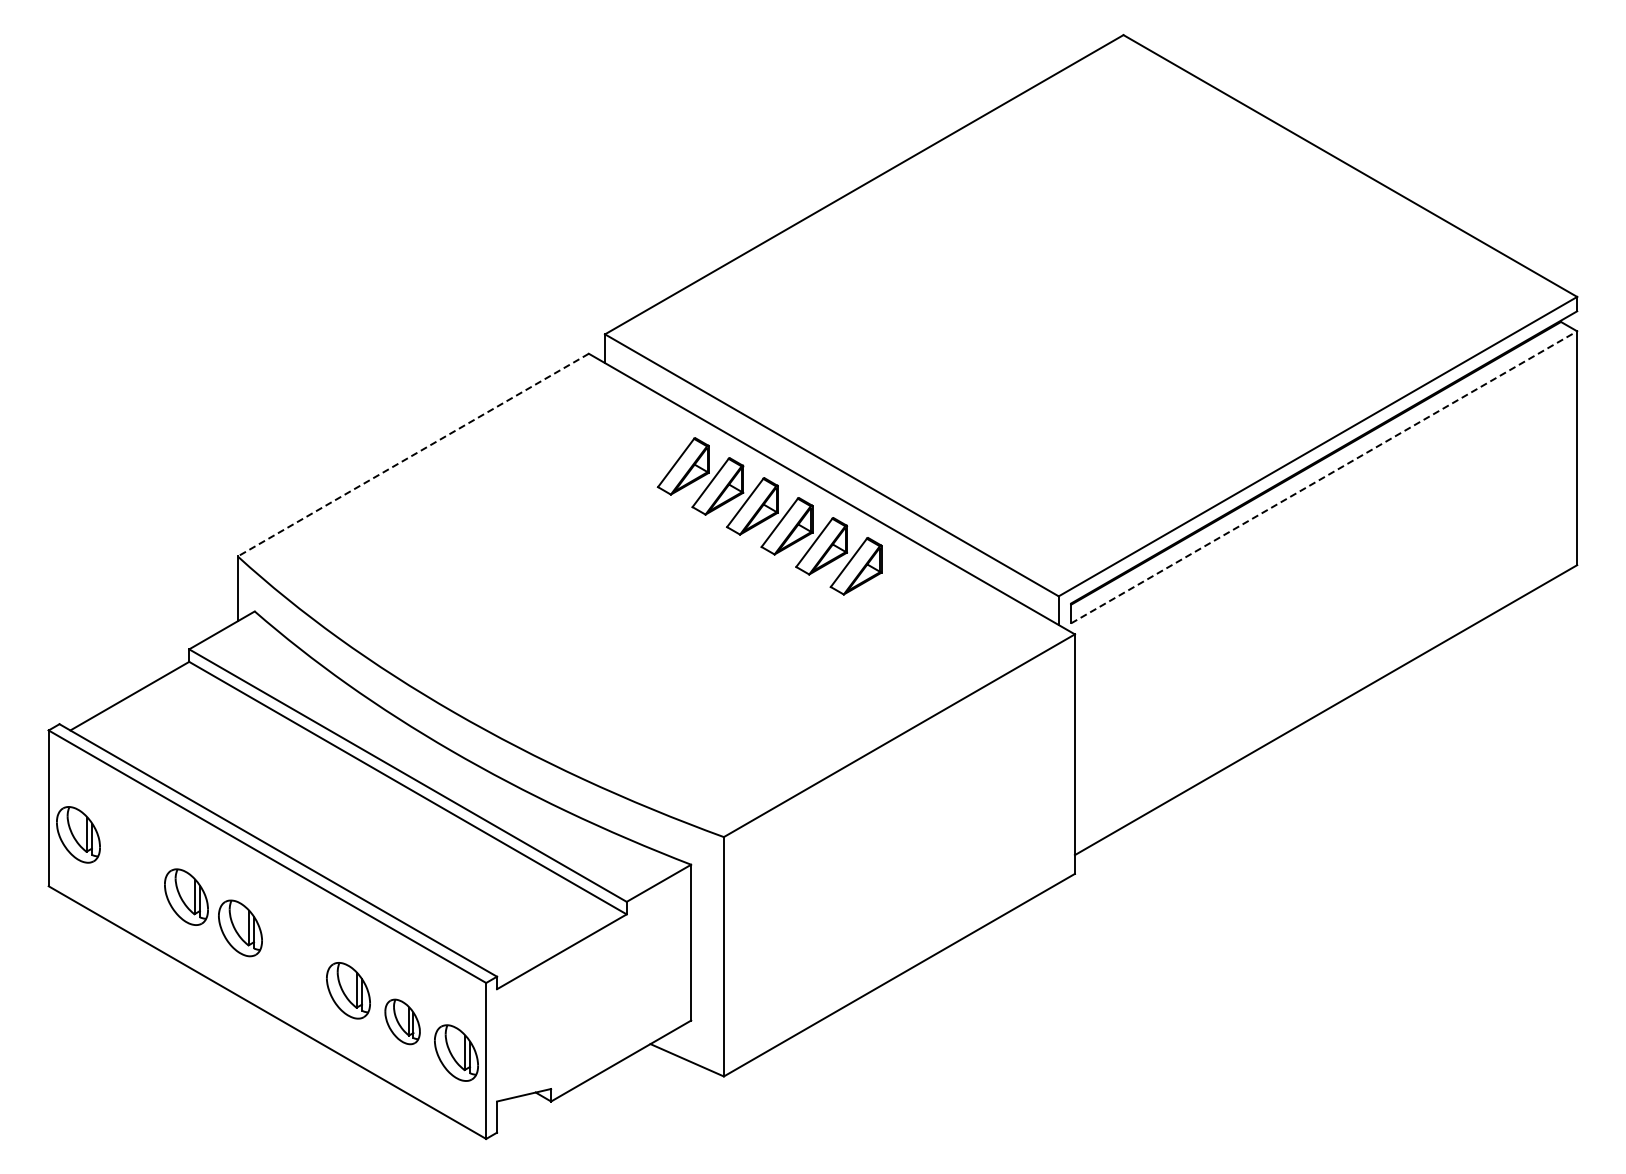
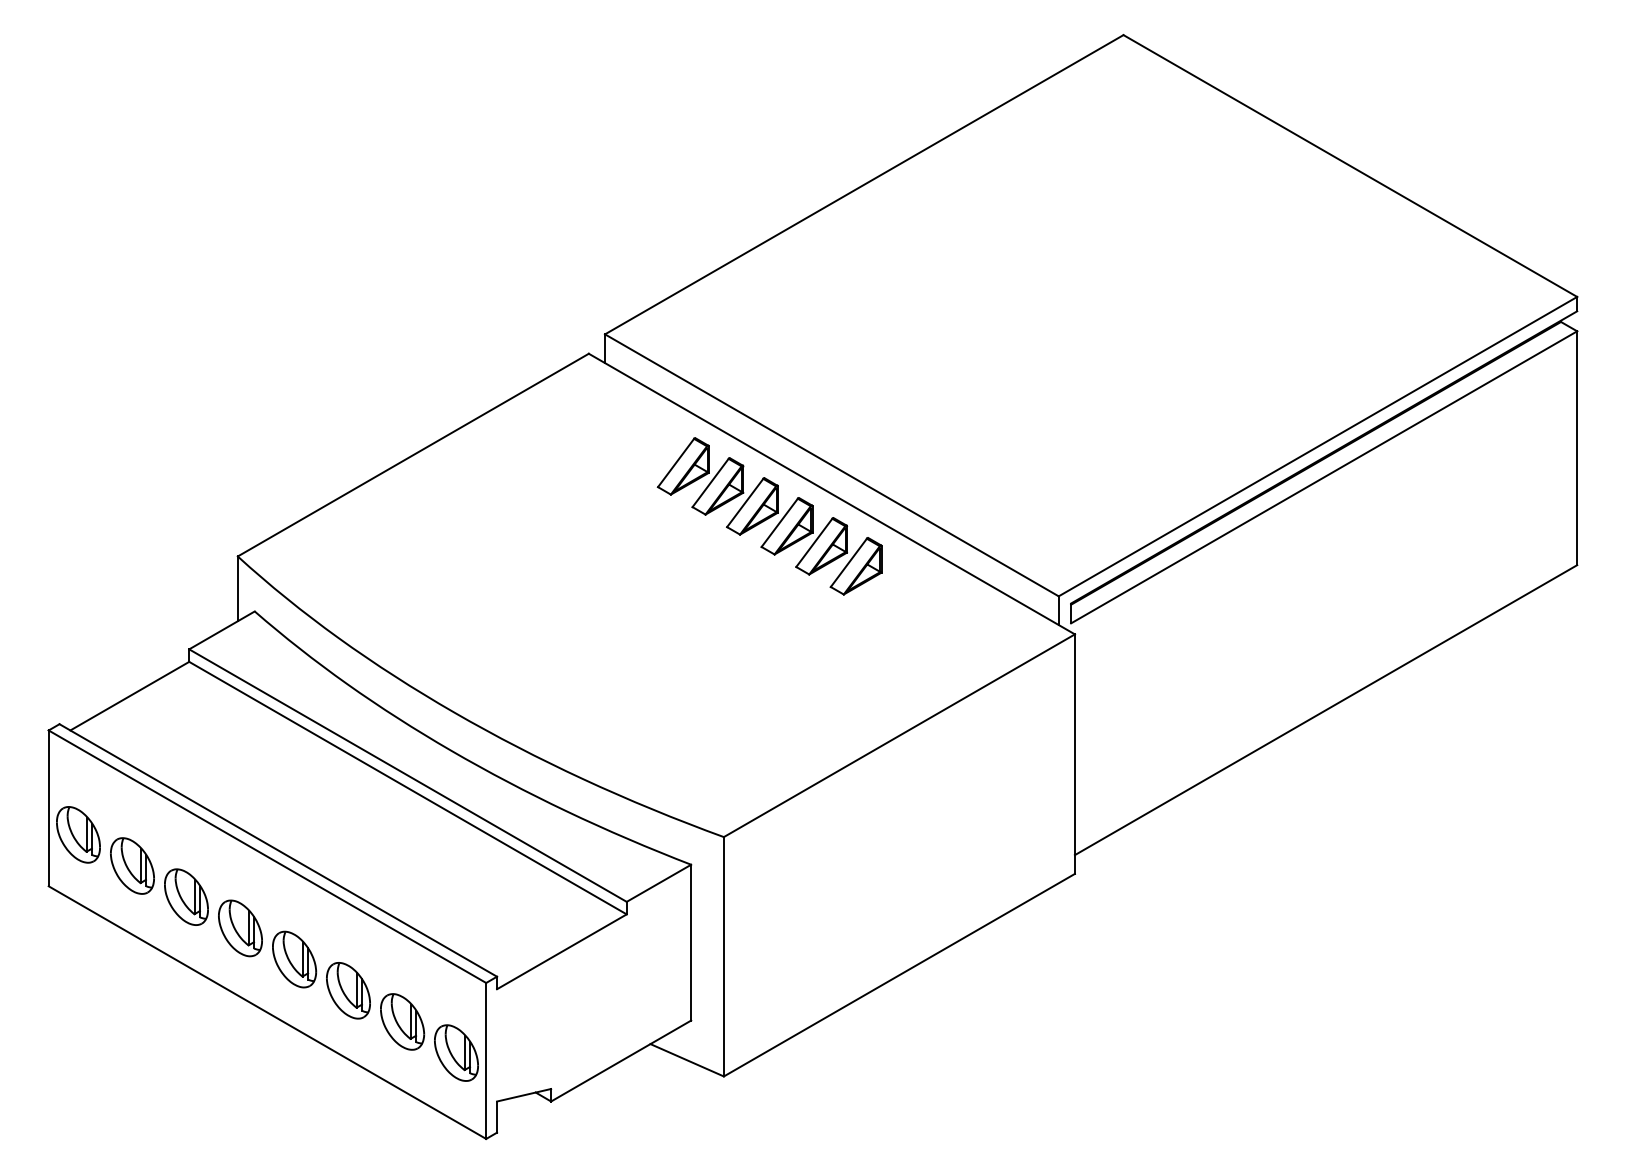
line at (413, 455): dashed -> solid
line at (1324, 477): dashed -> solid
part at (132, 865): none -> present
part at (294, 959): none -> present
part at (402, 1021) size: 37x48 px -> 46x58 px
